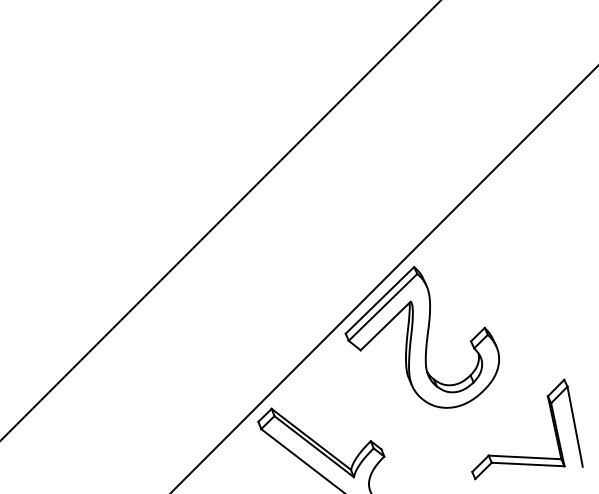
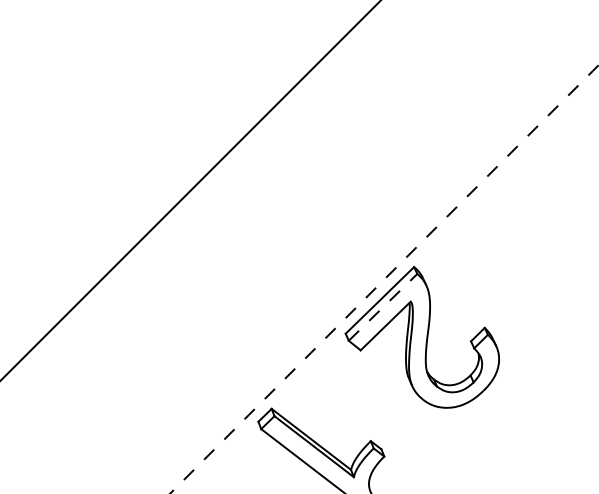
line at (220, 220) position: (220, 220) -> (190, 190)
line at (384, 279): solid -> dashed
line at (383, 307): solid -> dashed
part at (552, 423): present -> none
